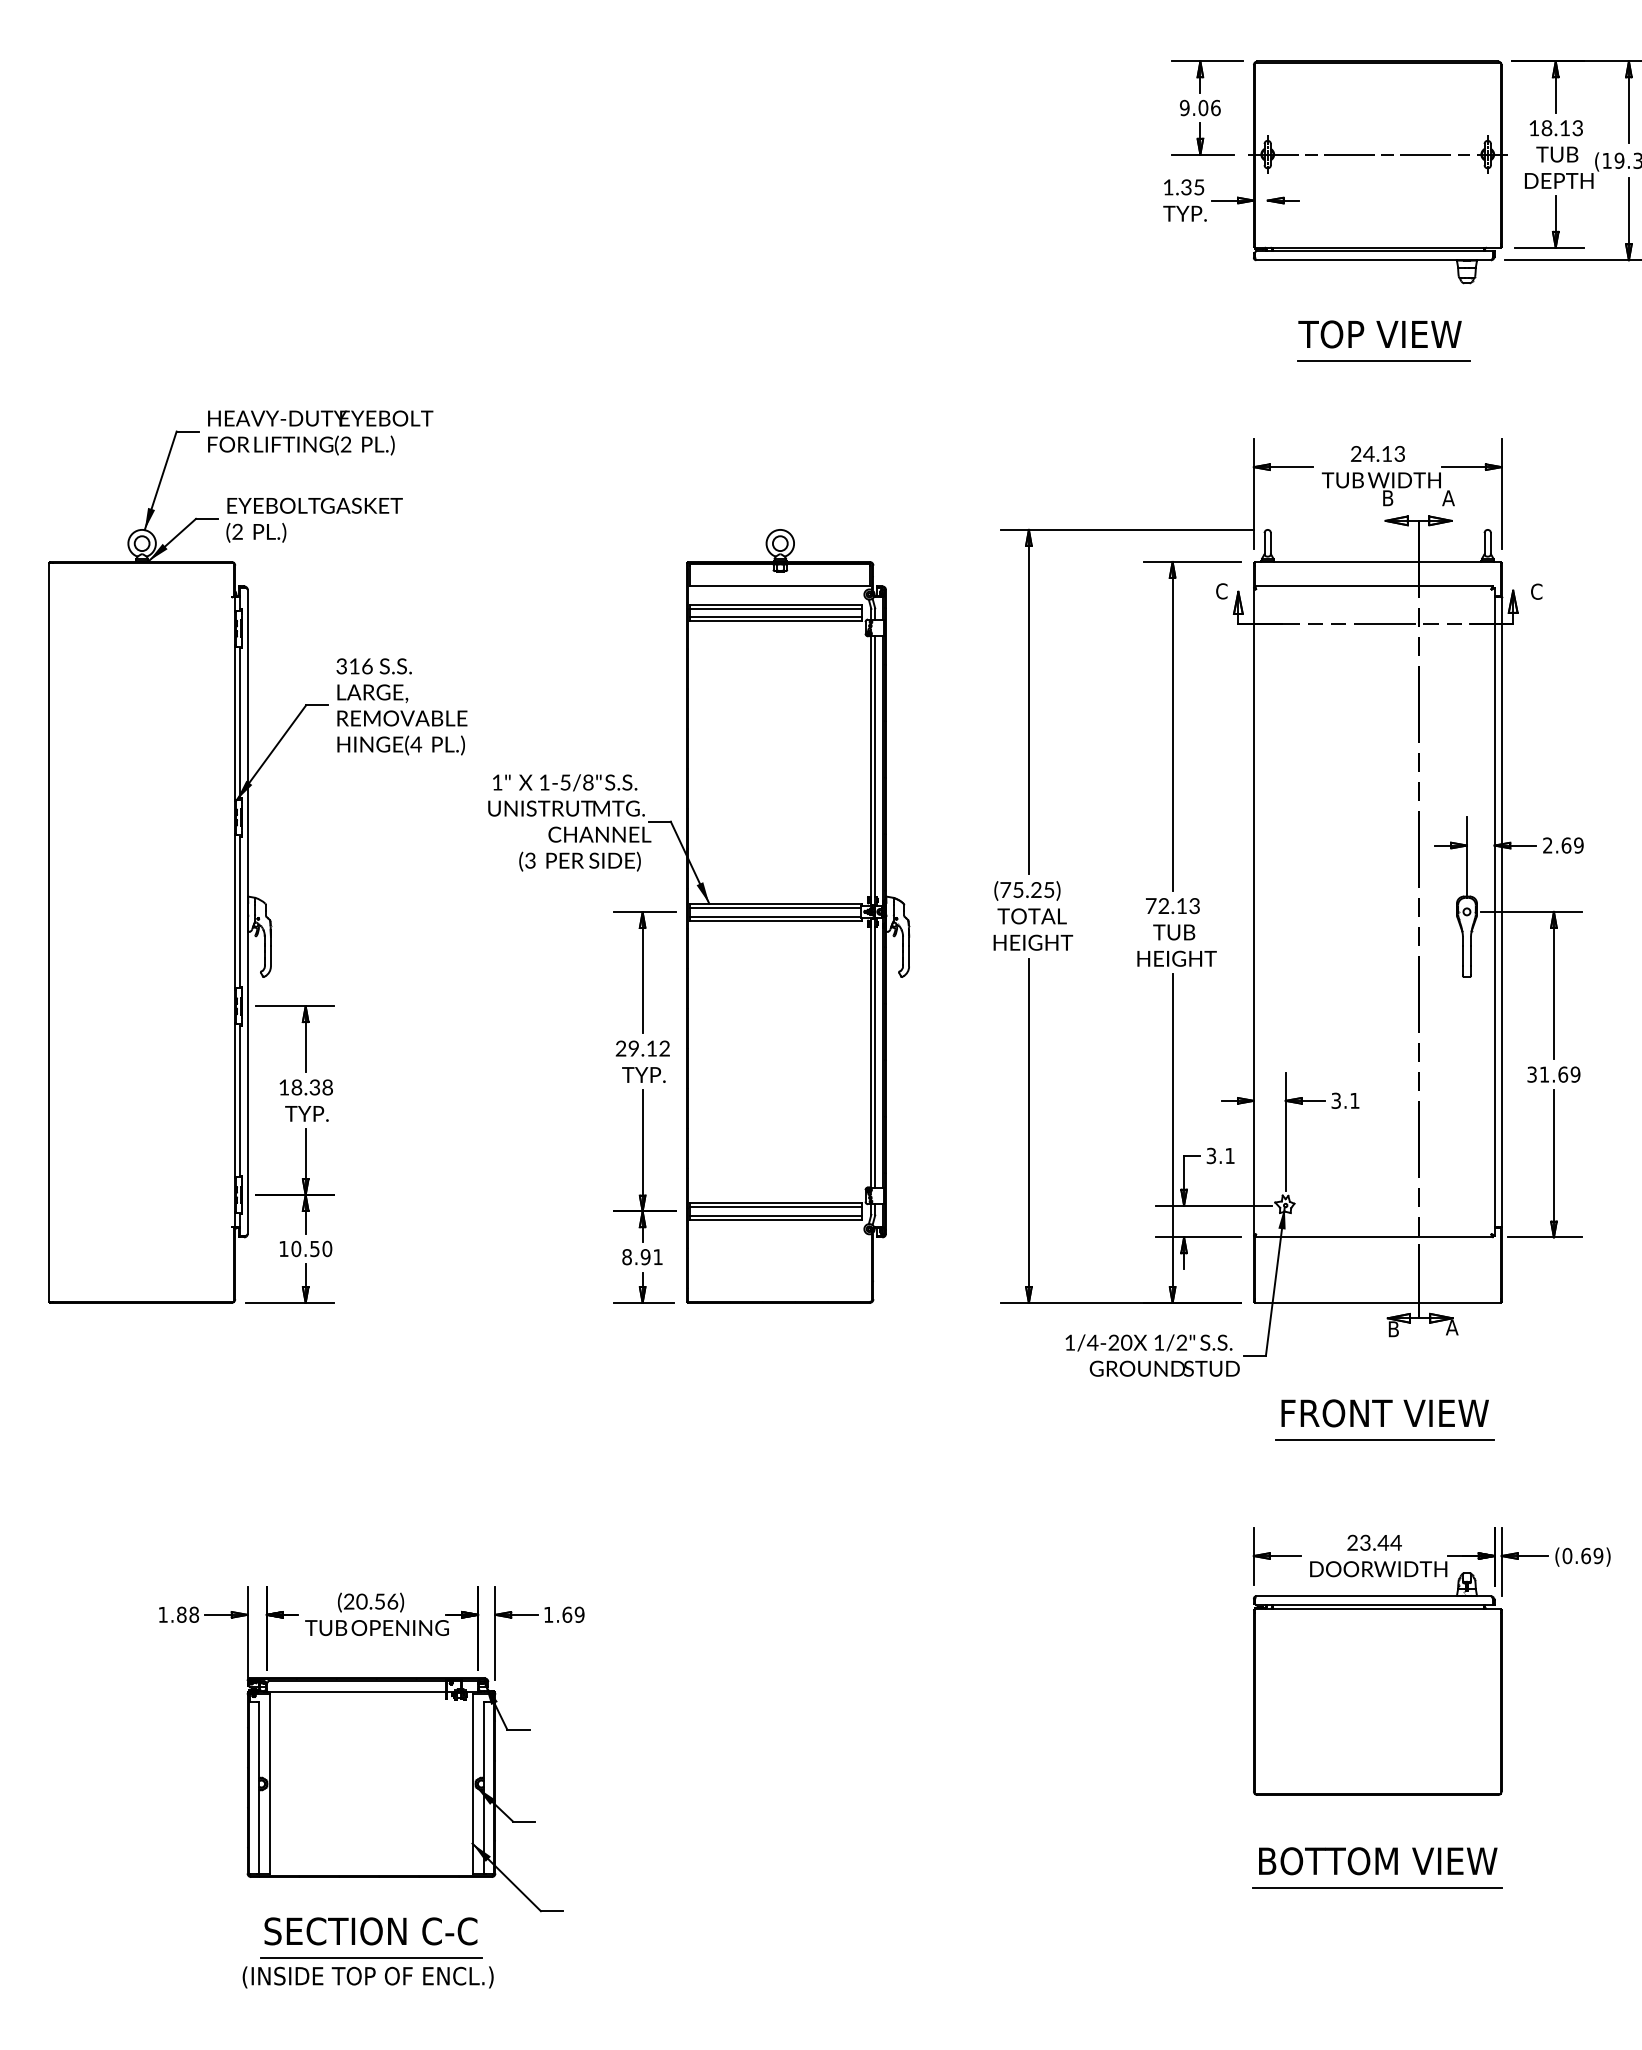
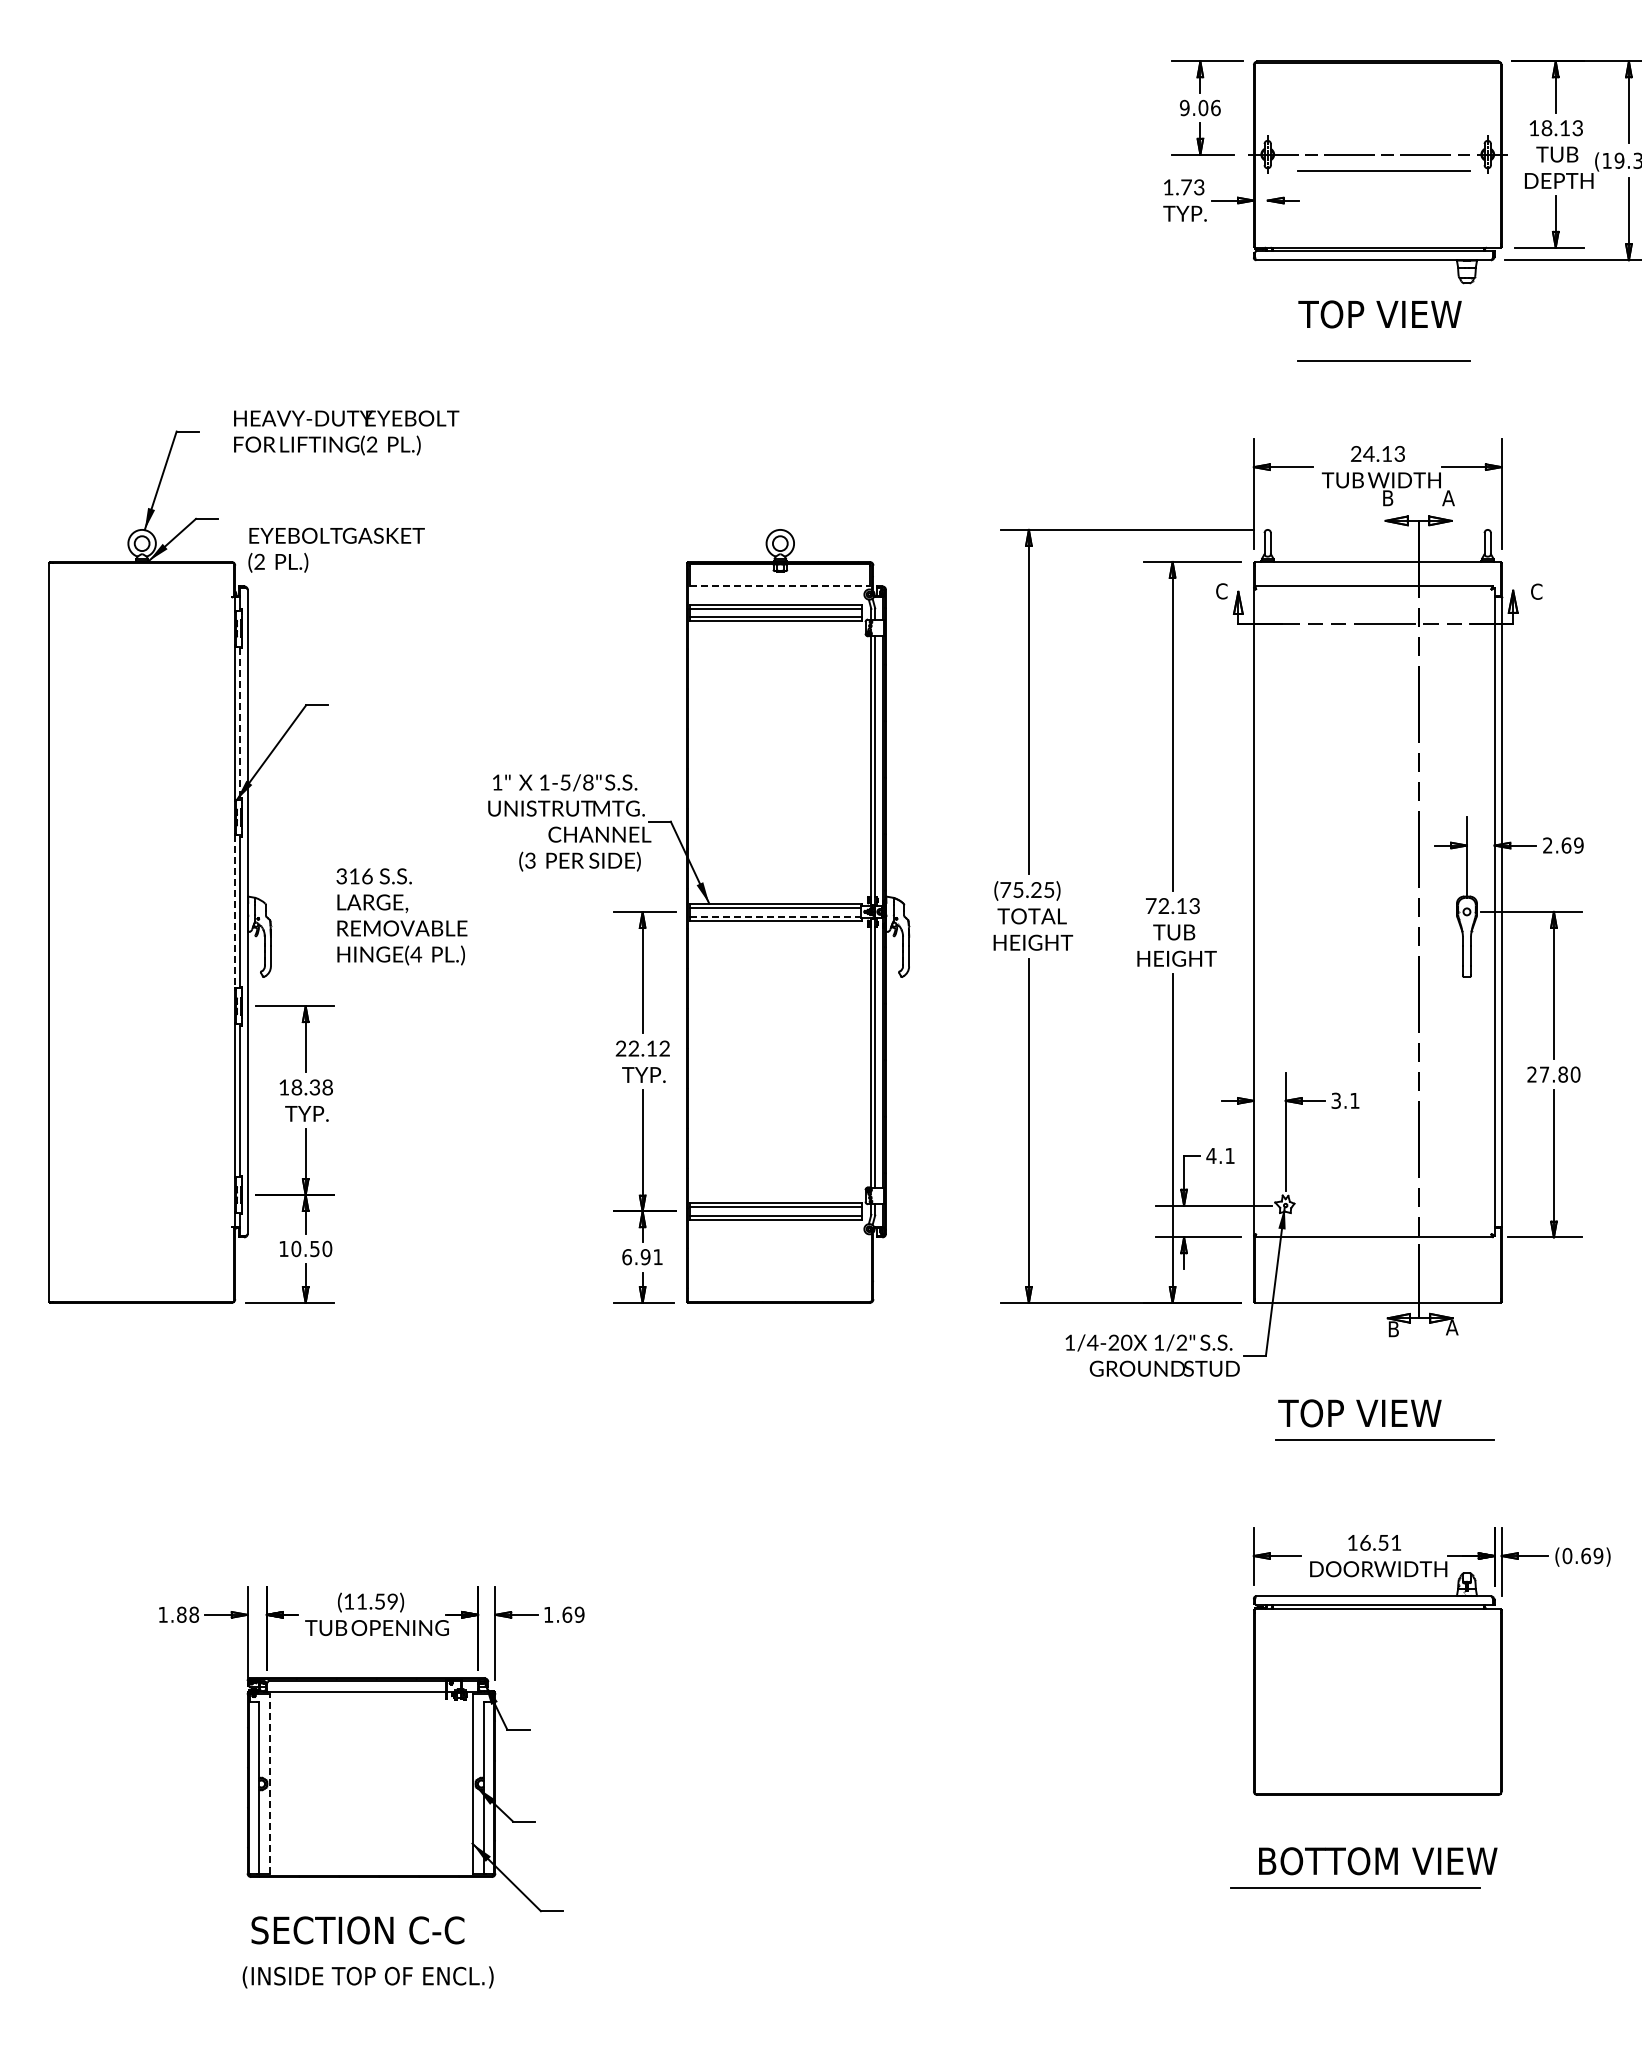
line at (1383, 170): none -> present
text at (1192, 187): 1.35 -> 1.73
text at (1379, 334) position: (1379, 334) -> (1379, 314)
text at (320, 432) position: (320, 432) -> (346, 432)
text at (314, 519) position: (314, 519) -> (336, 549)
line at (780, 586): solid -> dashed
text at (401, 706) position: (401, 706) -> (401, 916)
line at (240, 722): solid -> dashed
line at (235, 912): solid -> dashed
line at (775, 916): solid -> dashed
text at (633, 1049): 29.12 -> 22.12
text at (1553, 1074): 31.69 -> 27.80
text at (1211, 1155): 3.1 -> 4.1
text at (627, 1257): 8.91 -> 6.91
text at (1383, 1413): FRONT VIEW -> TOP VIEW
text at (1374, 1542): 23.44 -> 16.51
text at (371, 1601): (20.56) -> (11.59)
line at (270, 1784): solid -> dashed
line at (1377, 1887) position: (1377, 1887) -> (1355, 1887)
text at (370, 1931) position: (370, 1931) -> (357, 1930)
line at (370, 1958): present -> none
